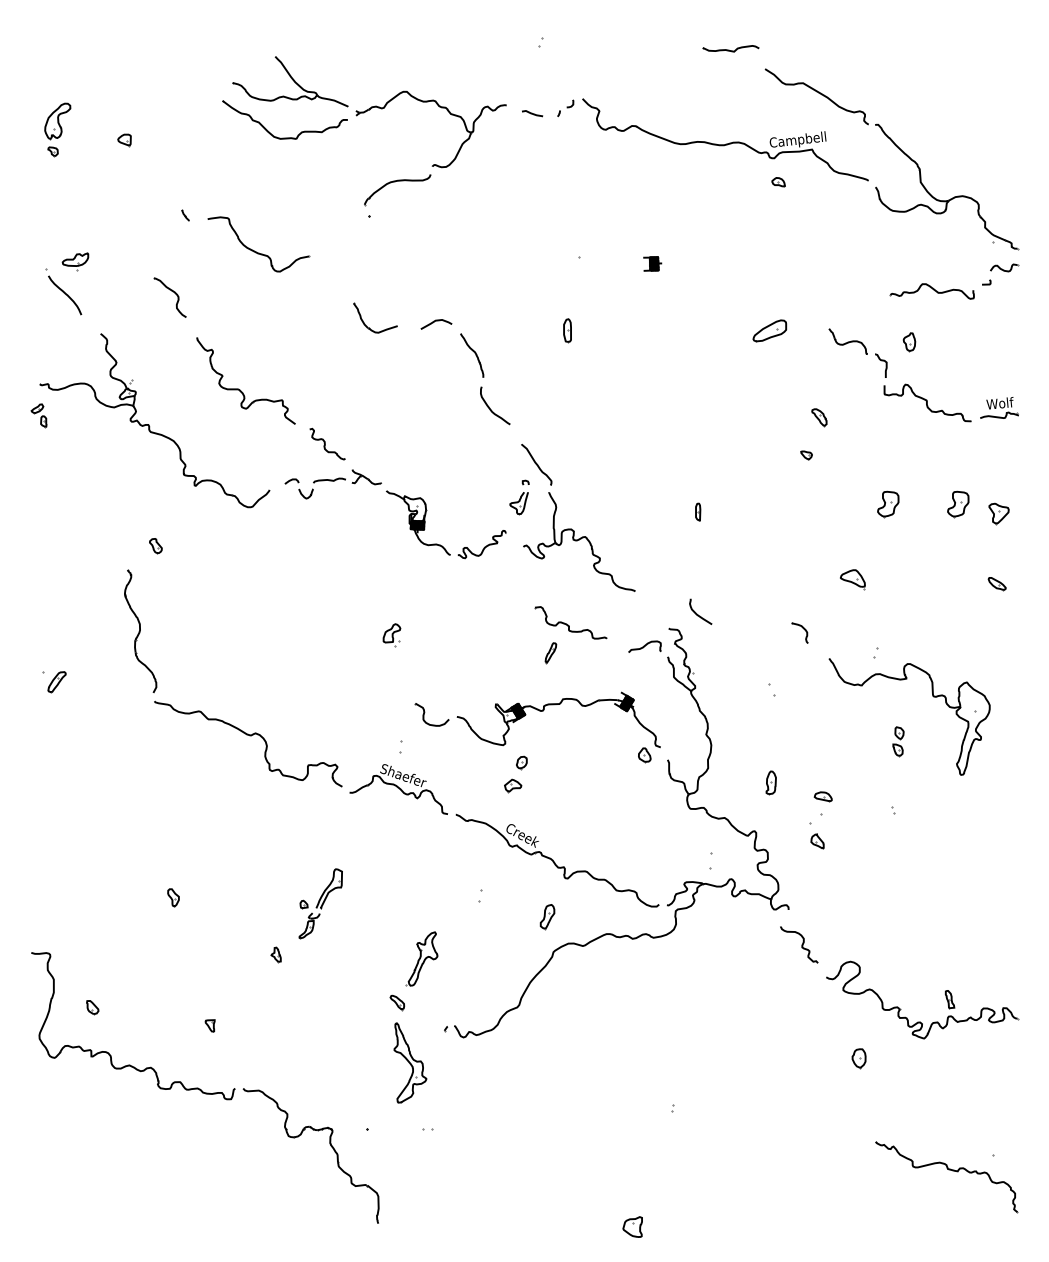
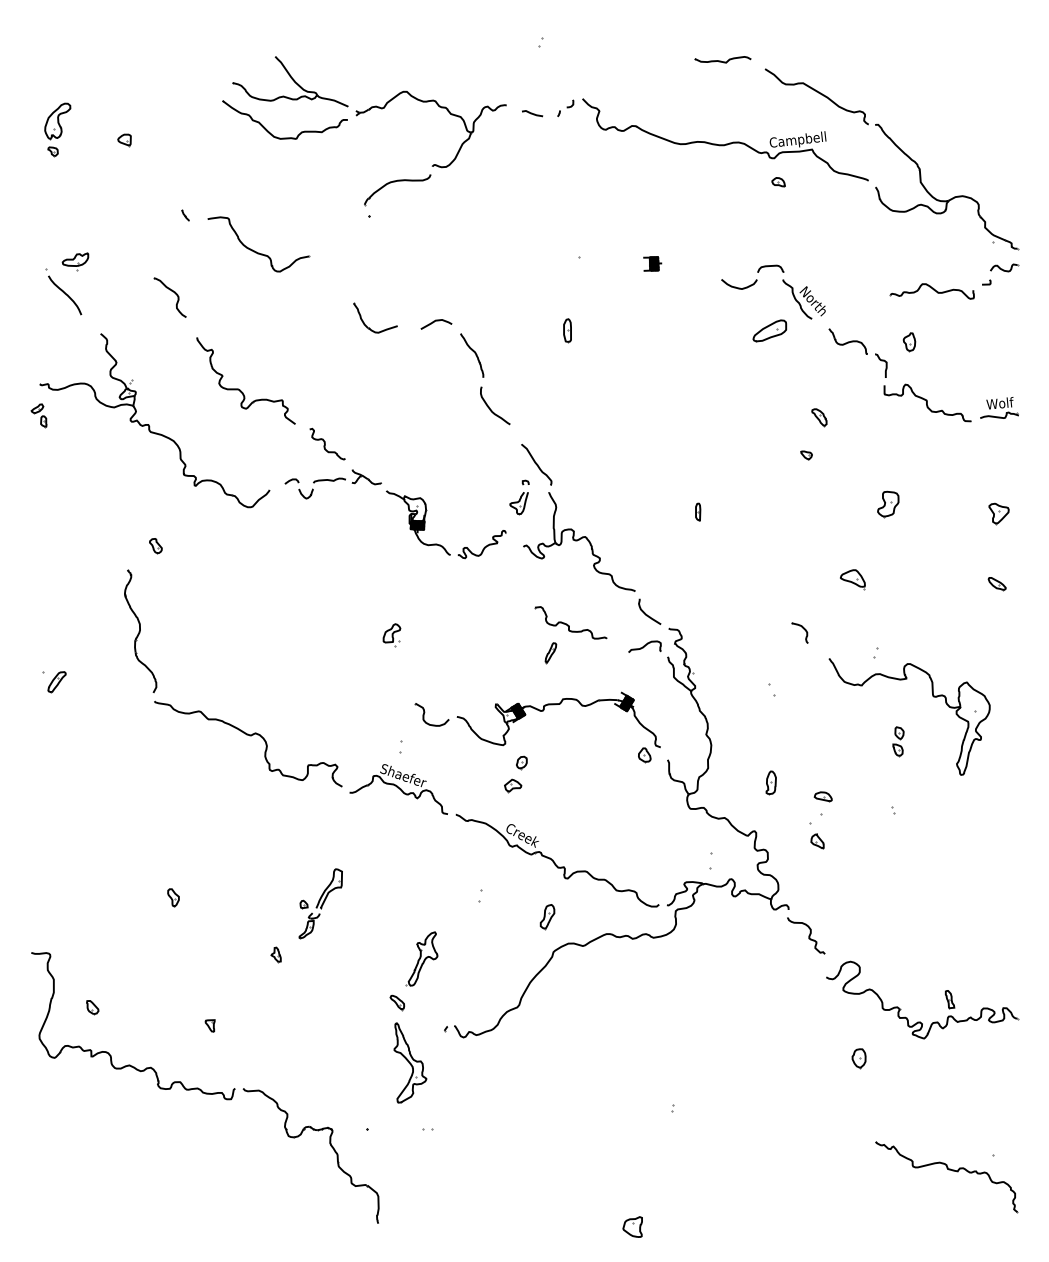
part at (730, 48) position: (730, 48) -> (722, 59)
part at (782, 281): none -> present
part at (958, 504): present -> none
curve at (697, 613) position: (697, 613) -> (646, 613)
curve at (801, 944) position: (801, 944) -> (808, 935)
